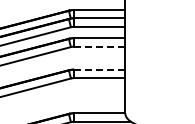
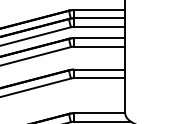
line at (99, 46): dashed -> solid
line at (99, 69): dashed -> solid
